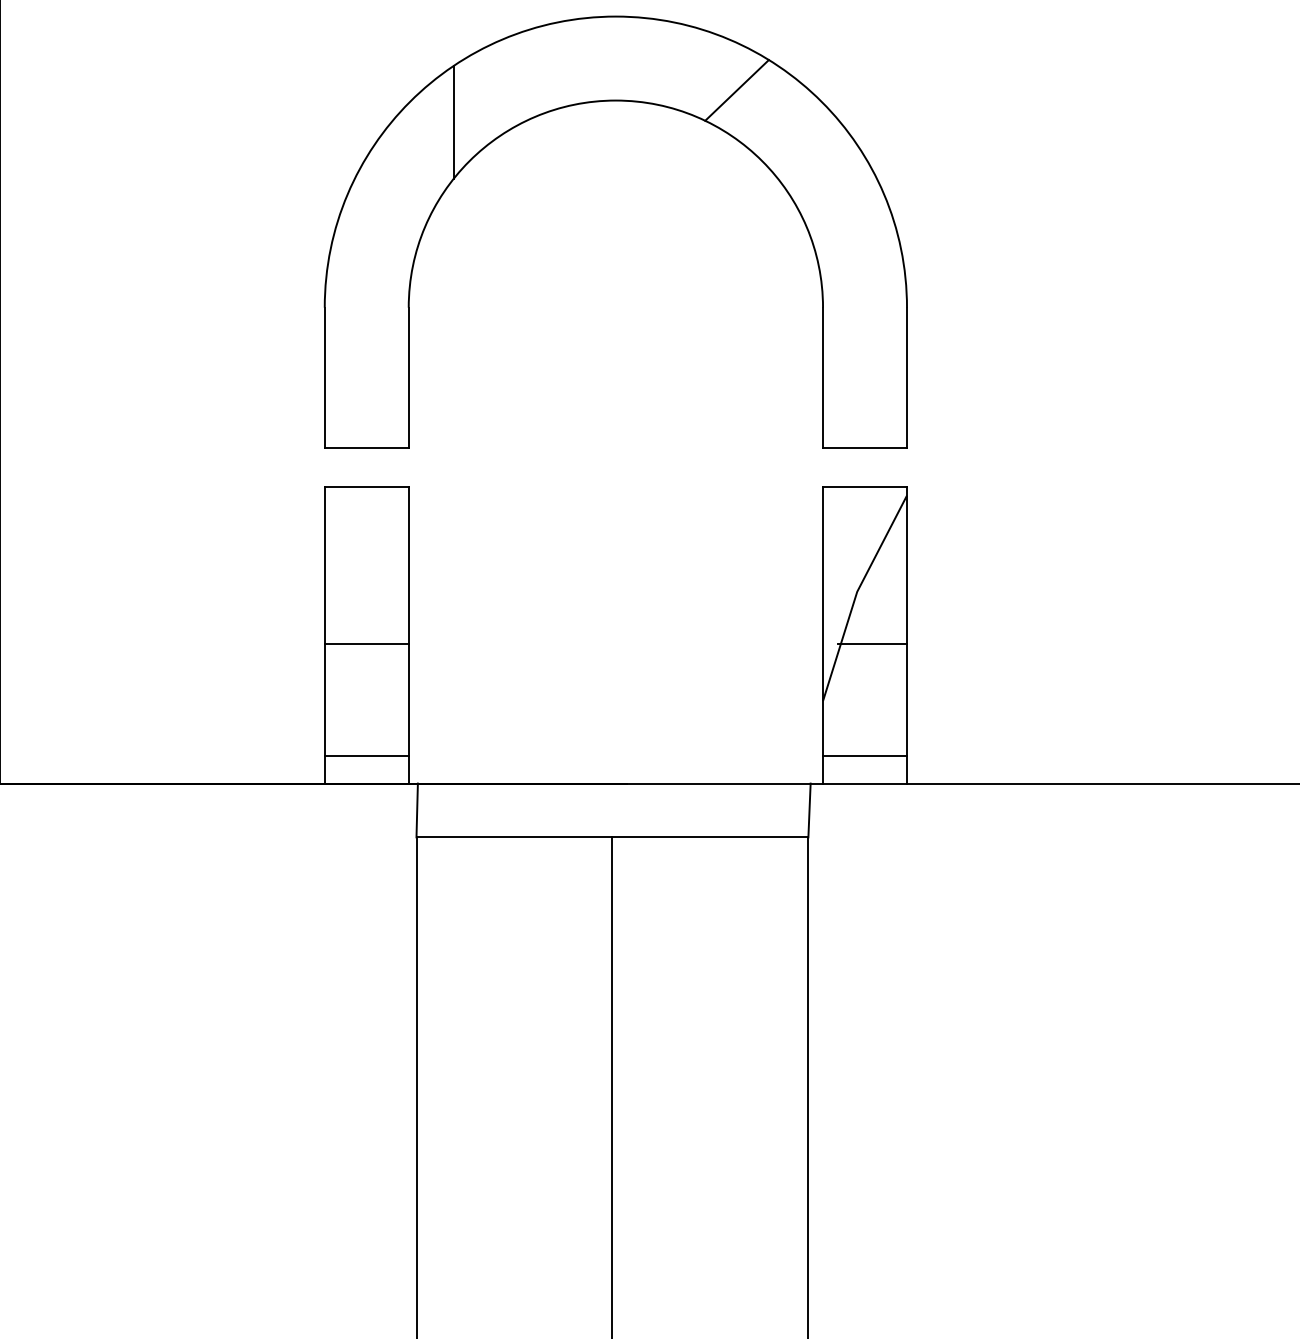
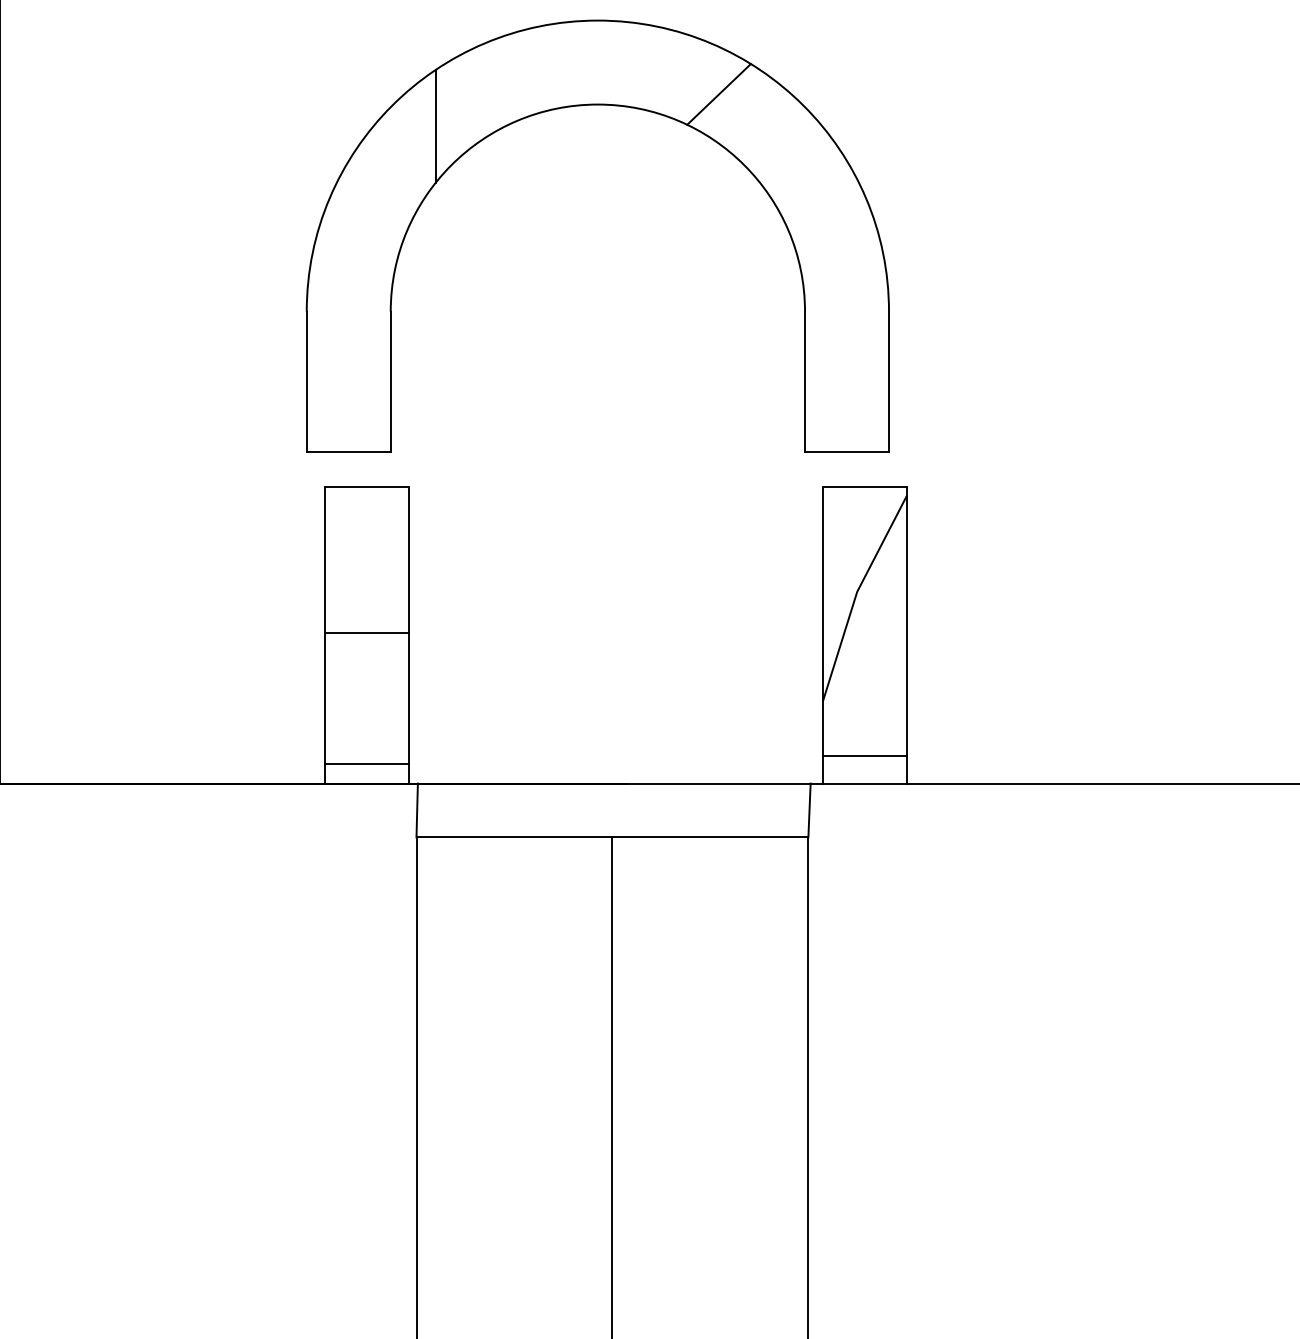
part at (599, 102) position: (599, 102) -> (581, 106)
line at (366, 643) position: (366, 643) -> (366, 632)
line at (872, 643): present -> none
line at (366, 755) position: (366, 755) -> (366, 763)
